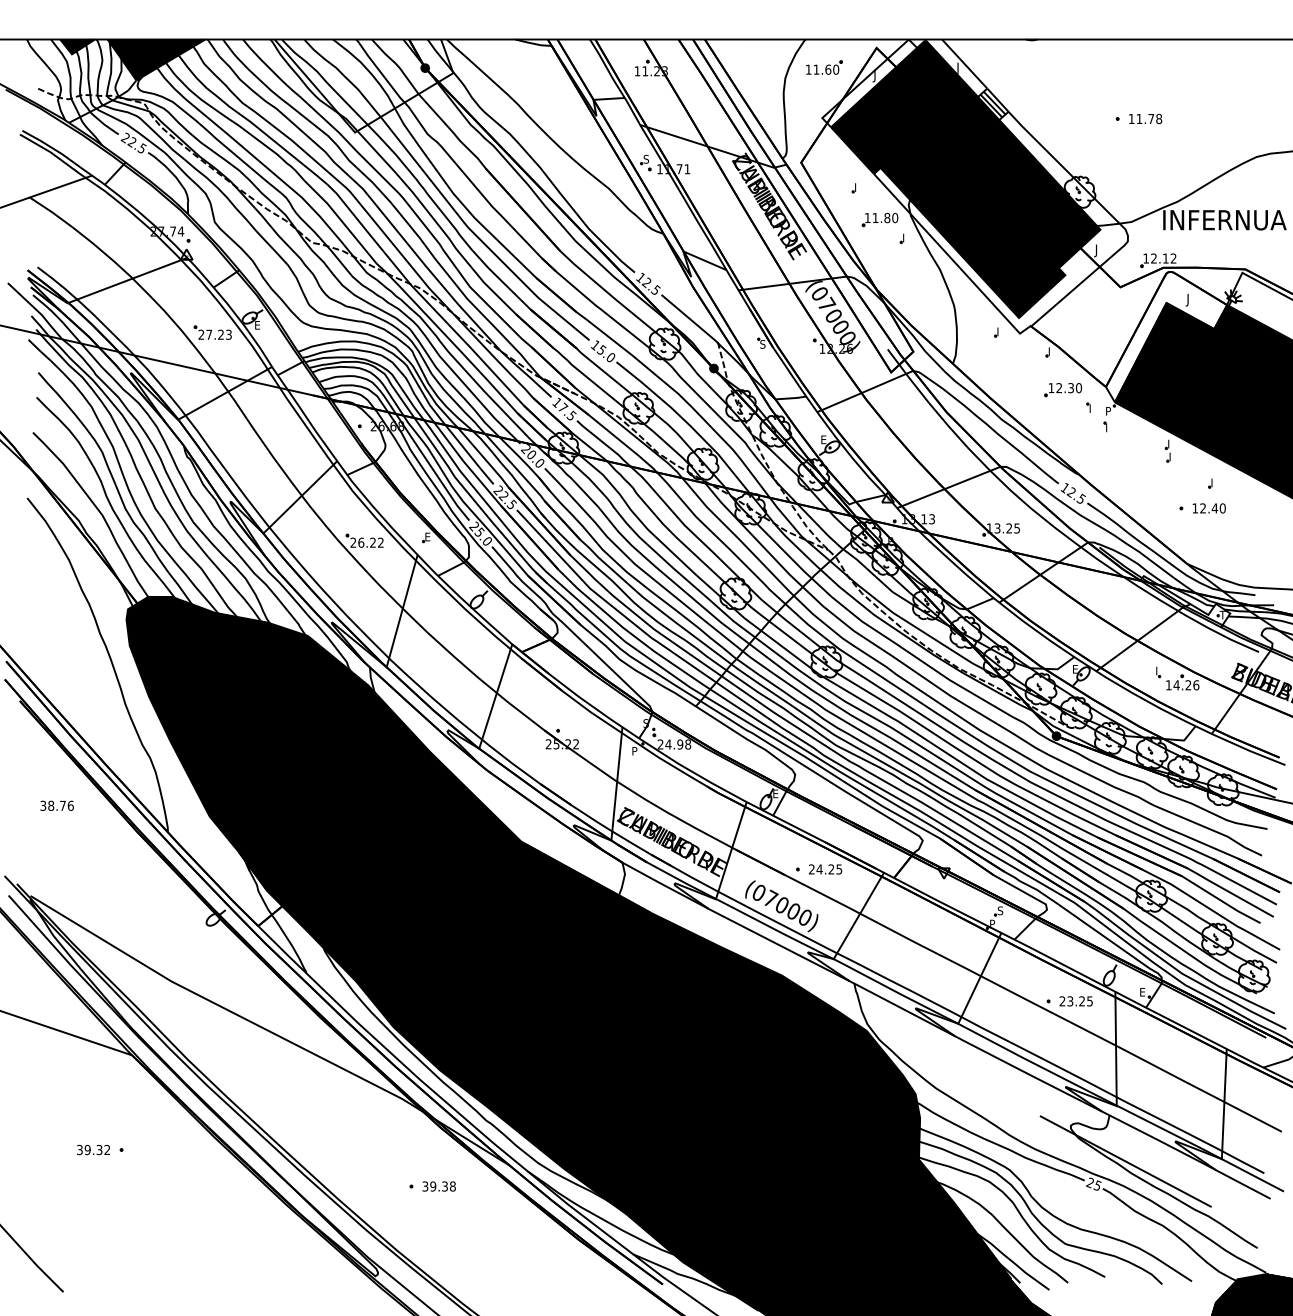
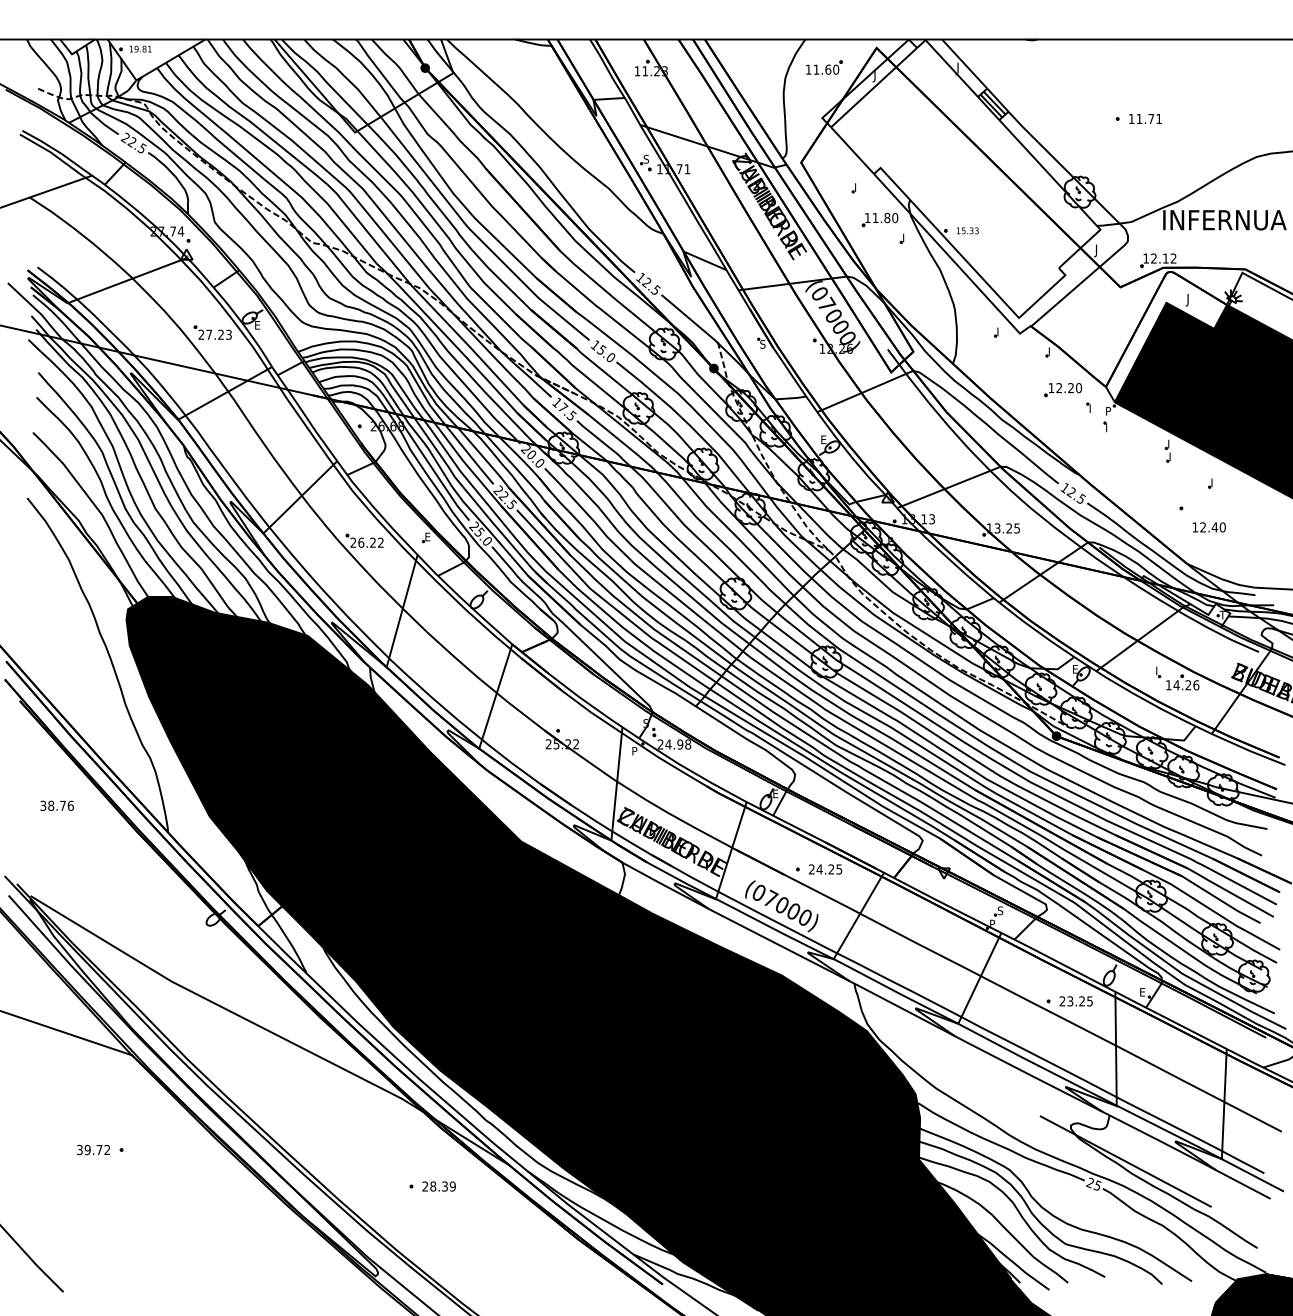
fill at (77, 46): present -> none
fill at (156, 59): present -> none
text at (1159, 118): 11.78 -> 11.71
fill at (965, 179): present -> none
text at (1070, 388): 12.30 -> 12.20
text at (1208, 508) position: (1208, 508) -> (1208, 527)
text at (99, 1149): 39.32 -> 39.72
text at (438, 1186): 39.38 -> 28.39
